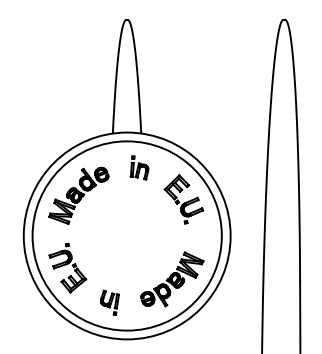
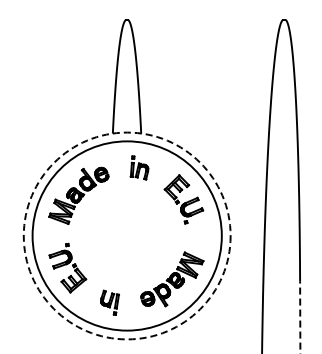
circle at (126, 235): solid -> dashed
line at (300, 317): solid -> dashed
